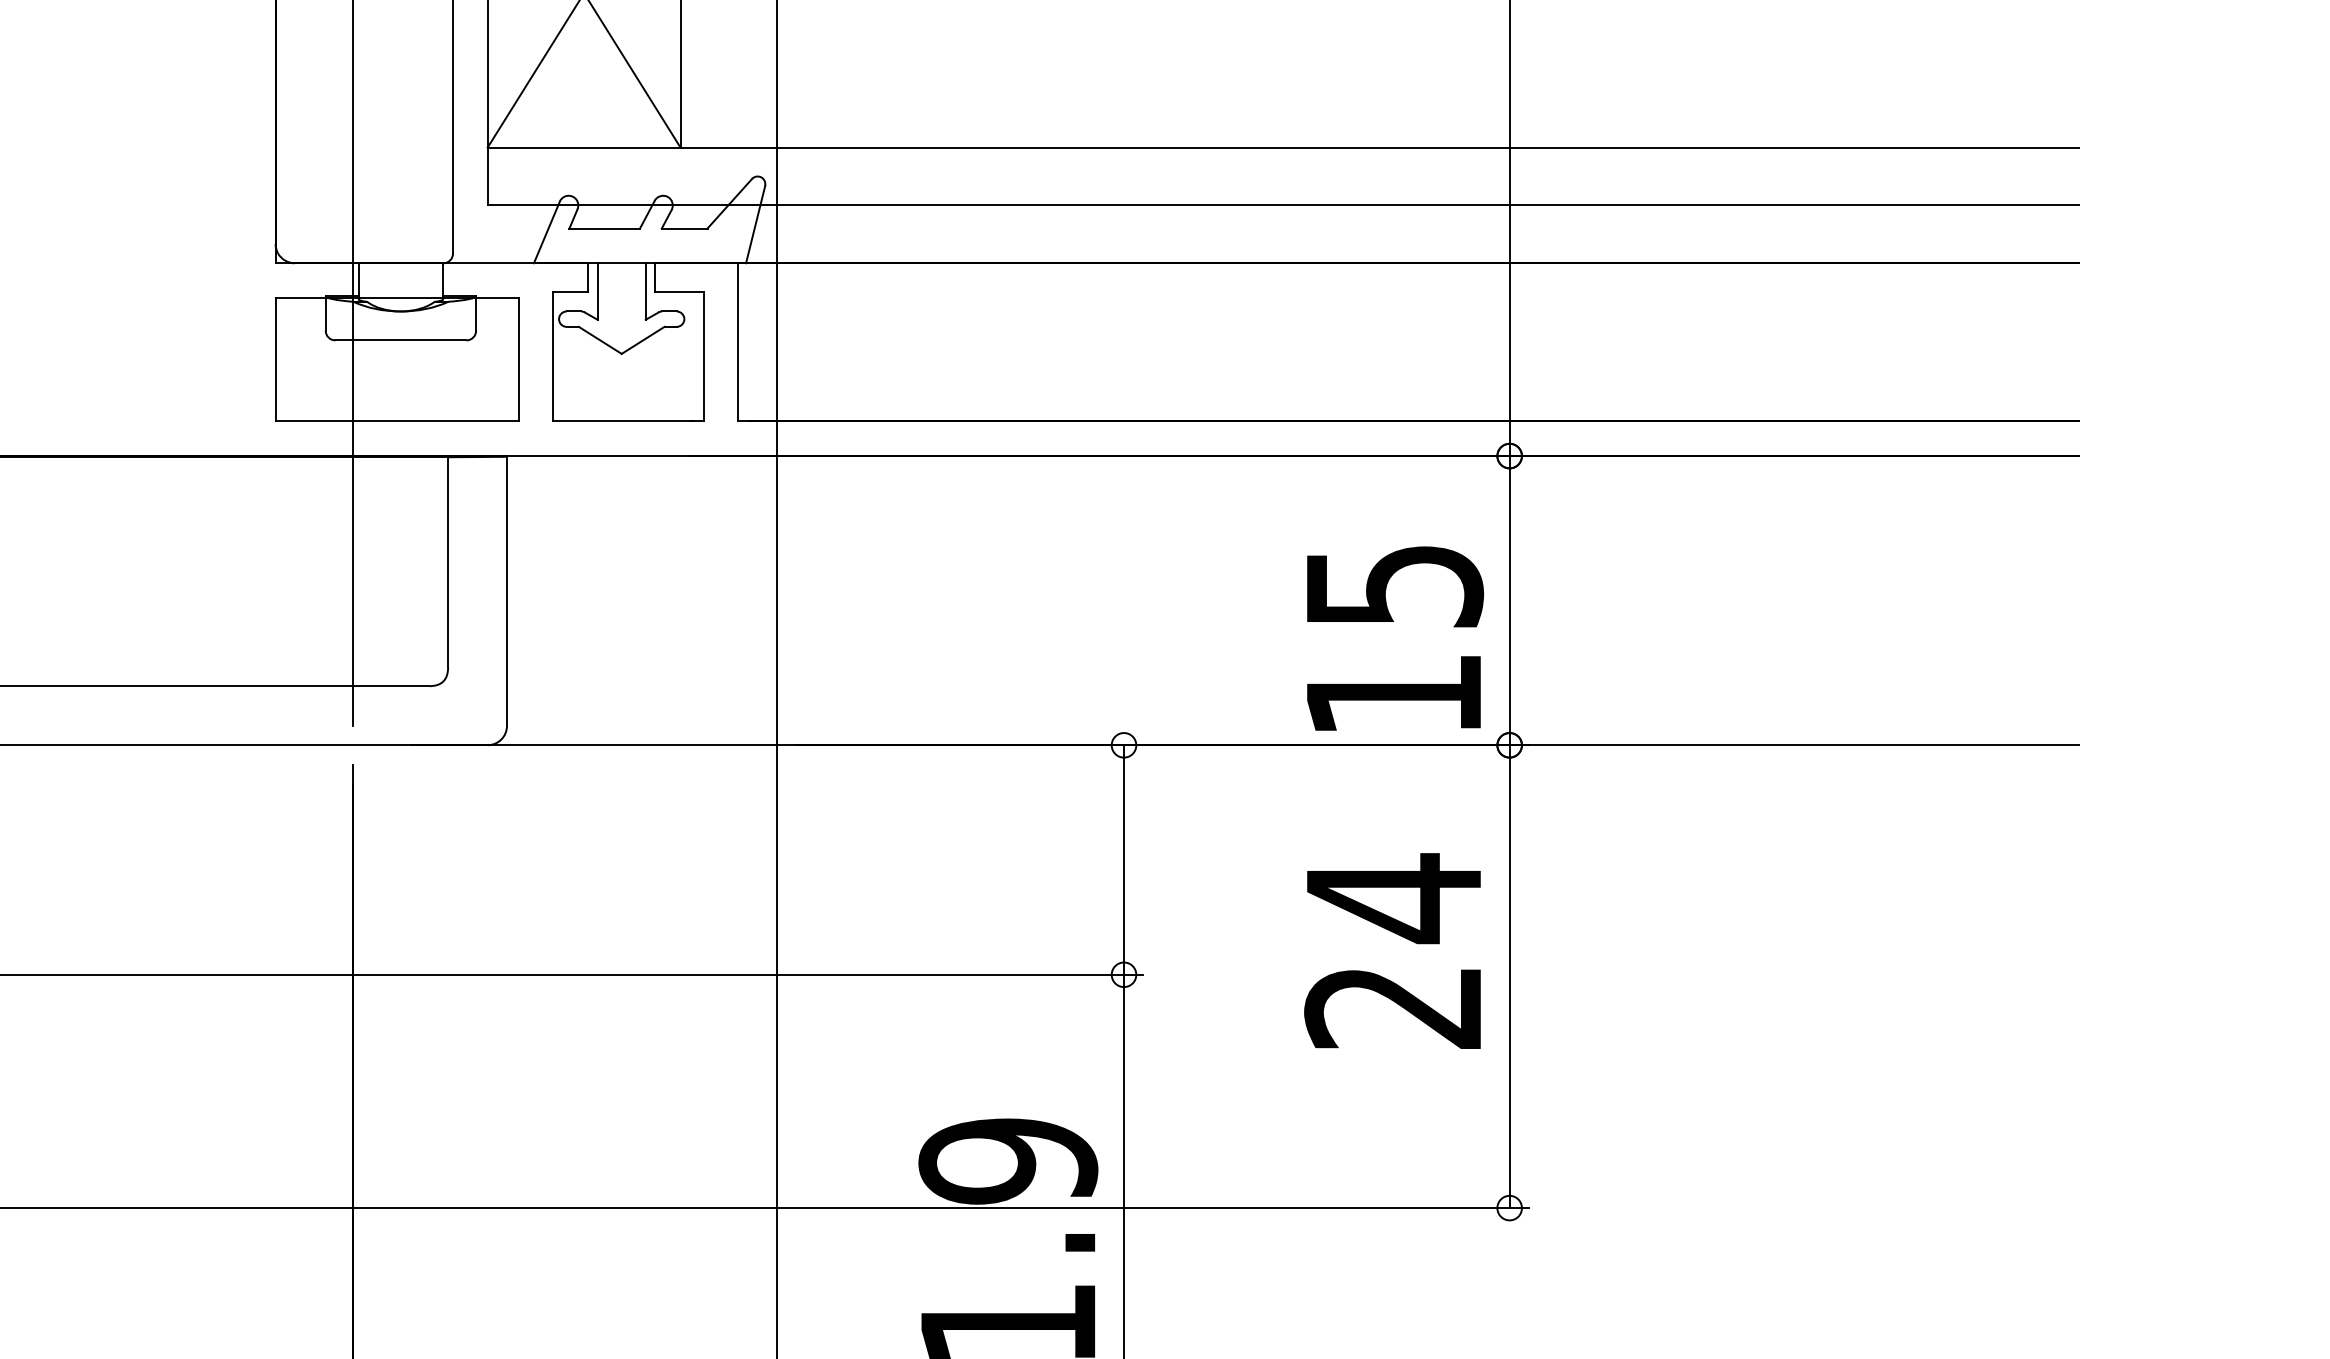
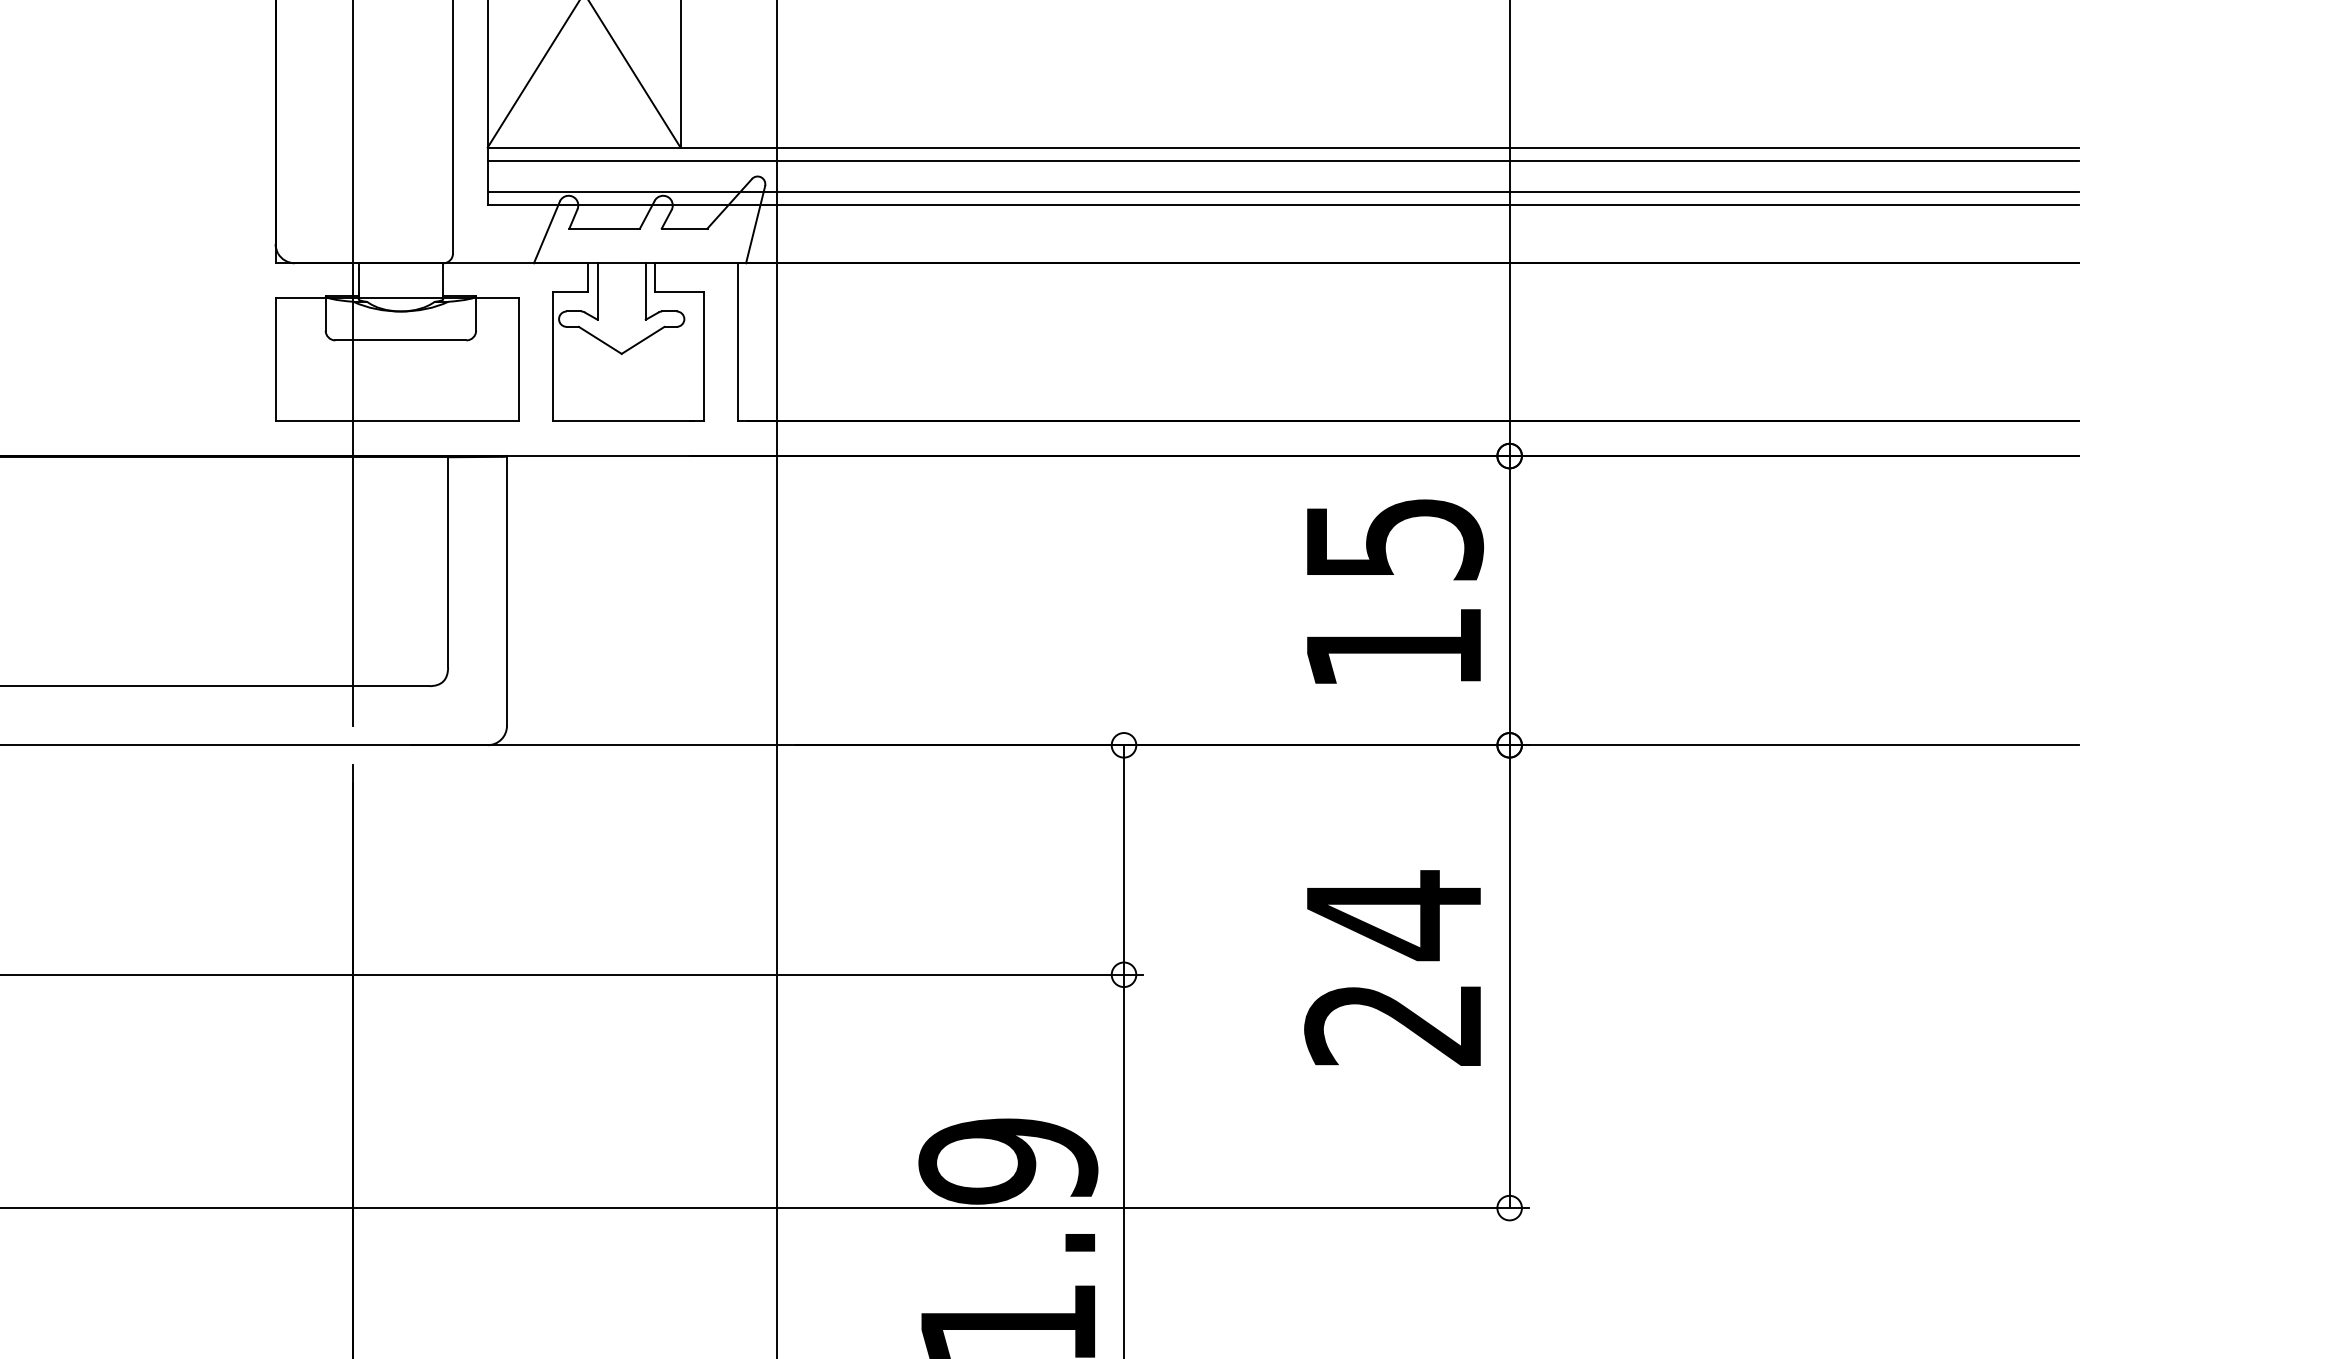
line at (1282, 161): none -> present
line at (1282, 191): none -> present
text at (1395, 638) position: (1395, 638) -> (1395, 591)
text at (1392, 950) position: (1392, 950) -> (1392, 967)
